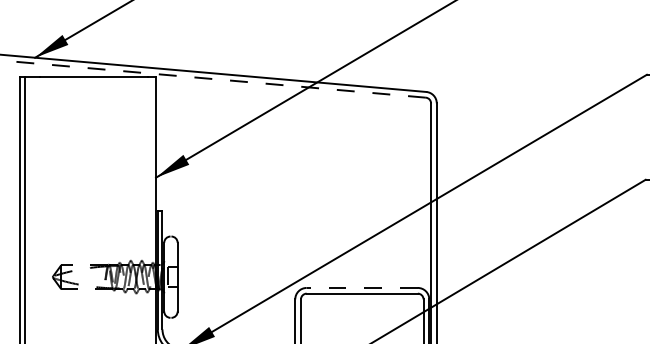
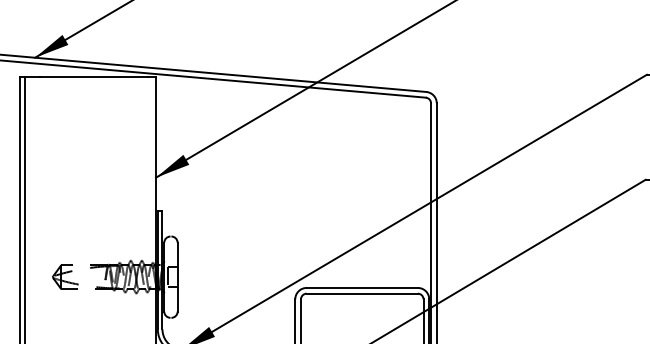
line at (212, 79): dashed -> solid
line at (362, 287): dashed -> solid
